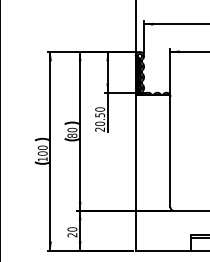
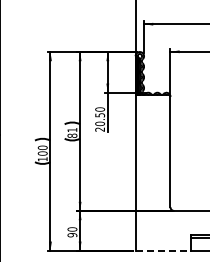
text at (72, 129): 80 -> 81
text at (72, 235): 20 -> 90
line at (163, 250): solid -> dashed
